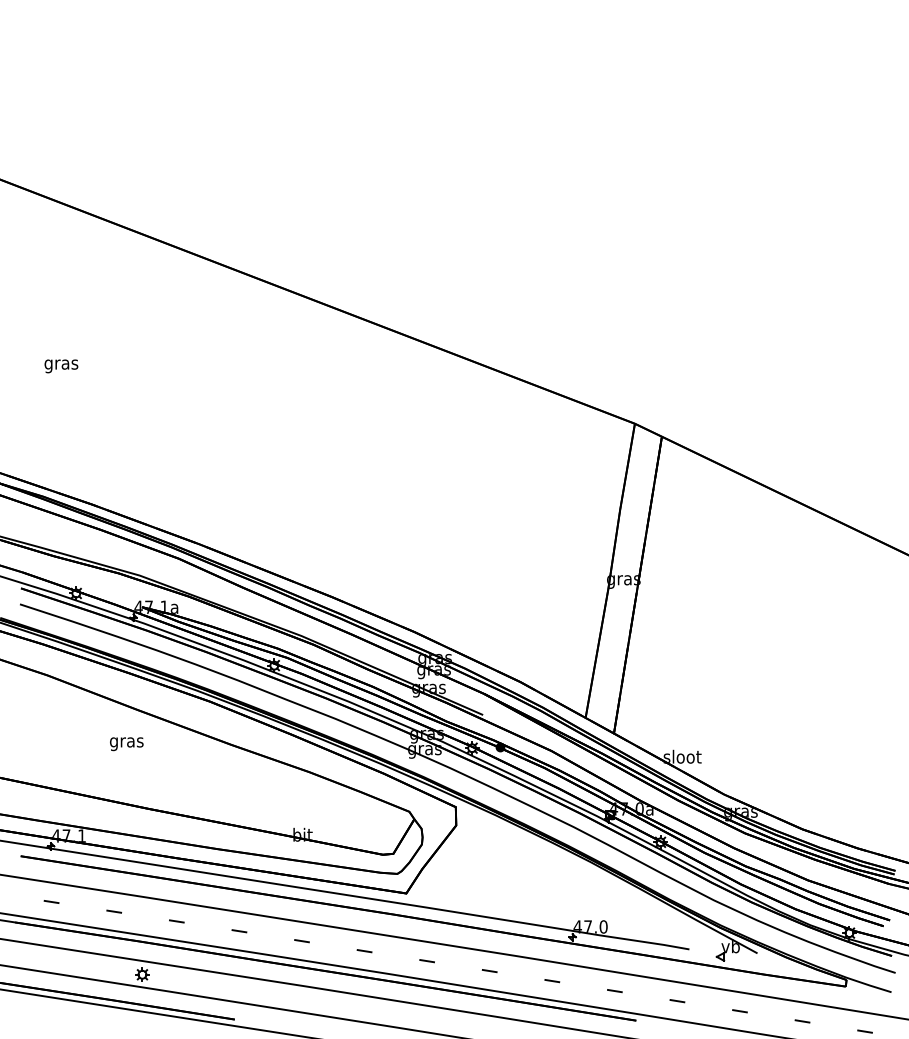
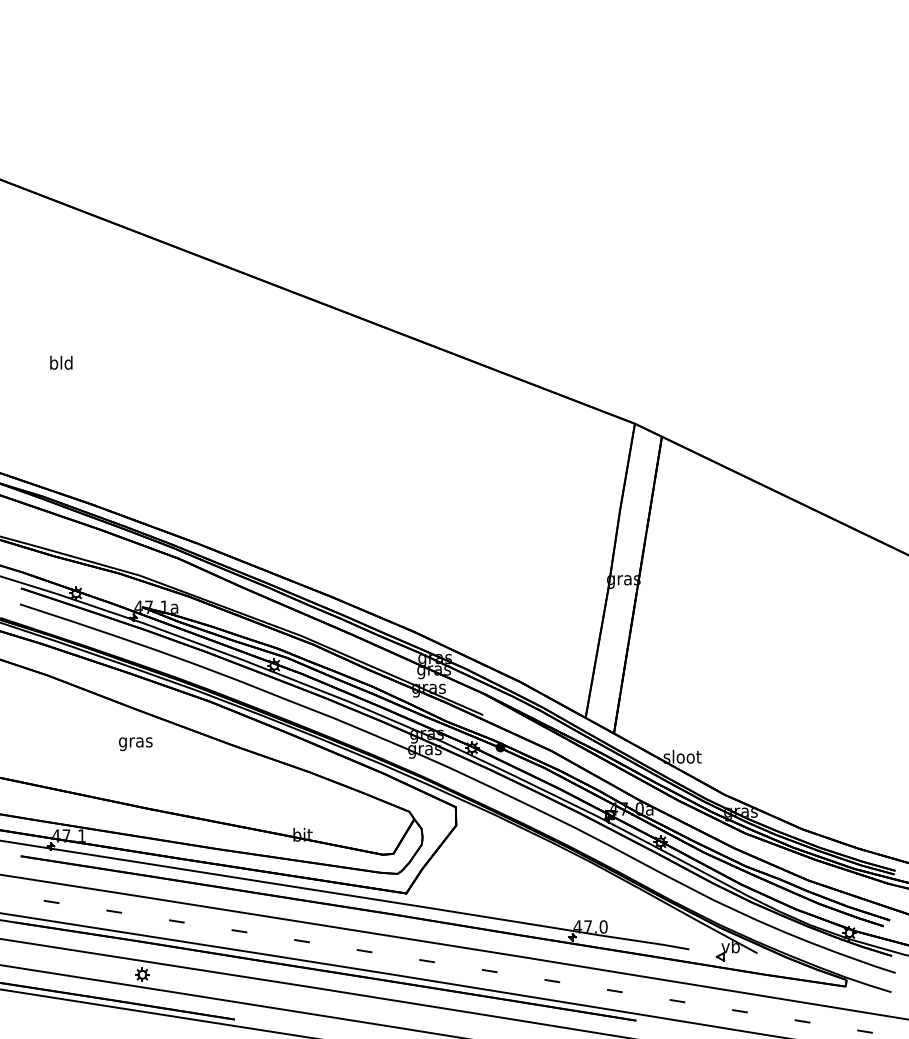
text at (61, 364): gras -> bld
text at (126, 744) position: (126, 744) -> (135, 744)
